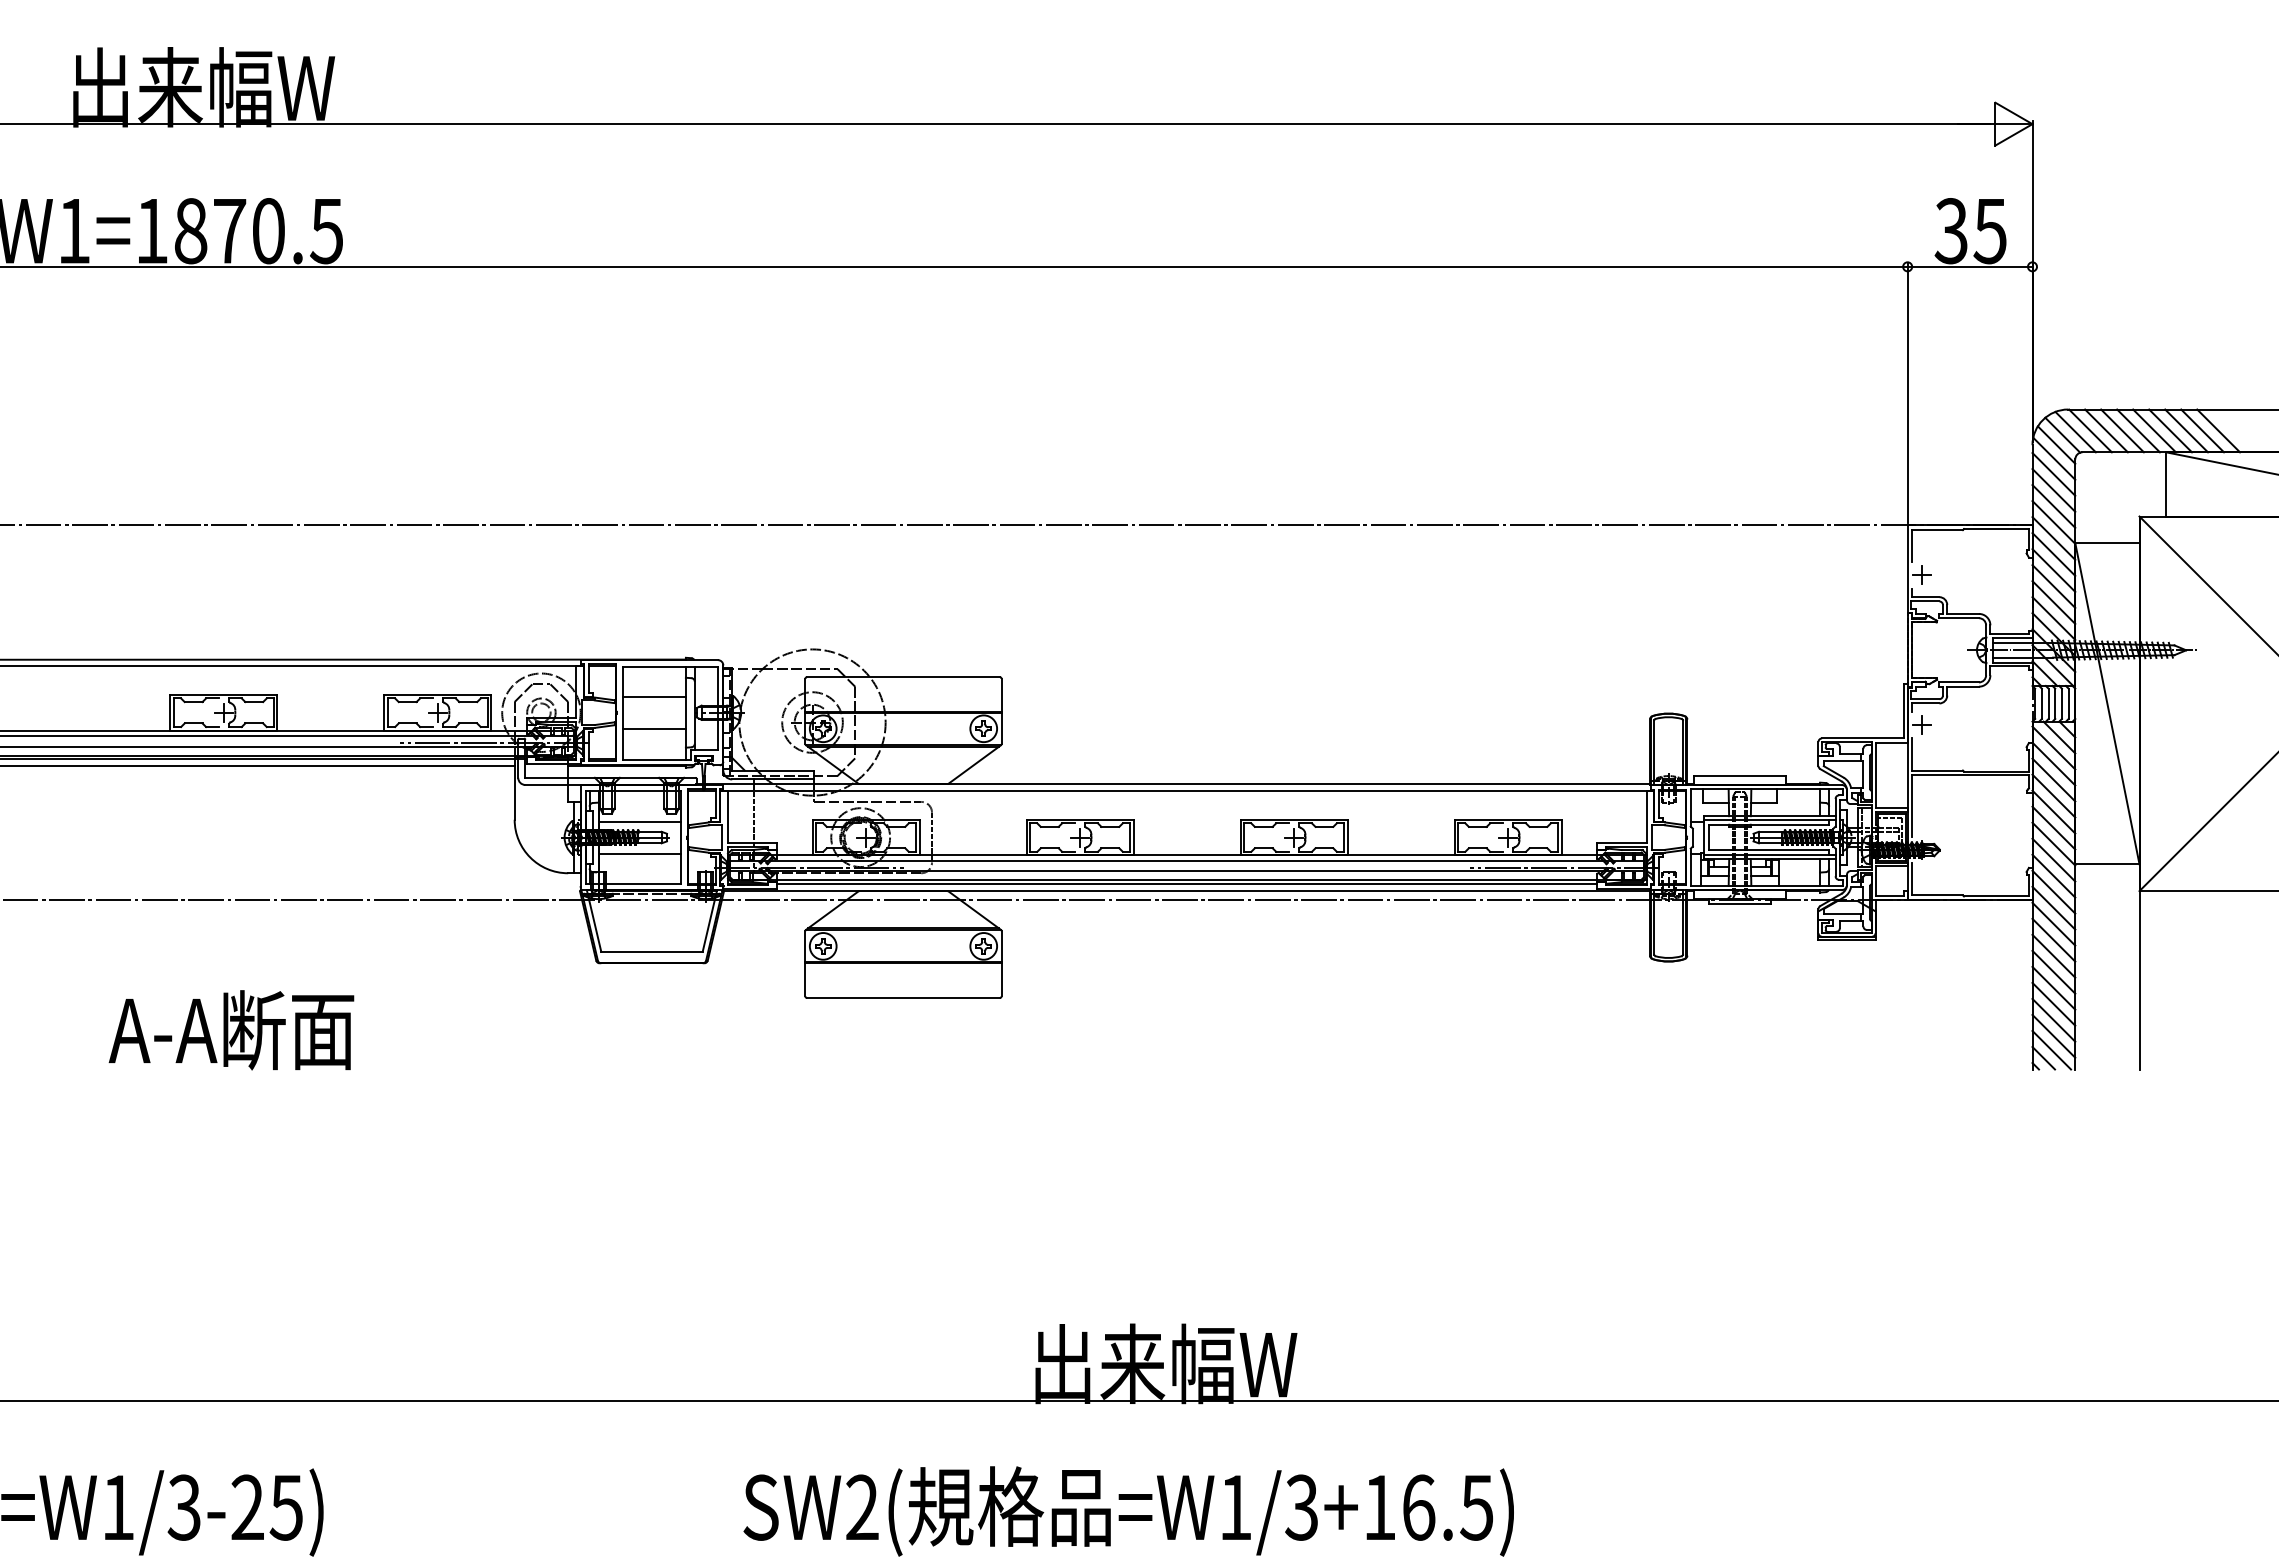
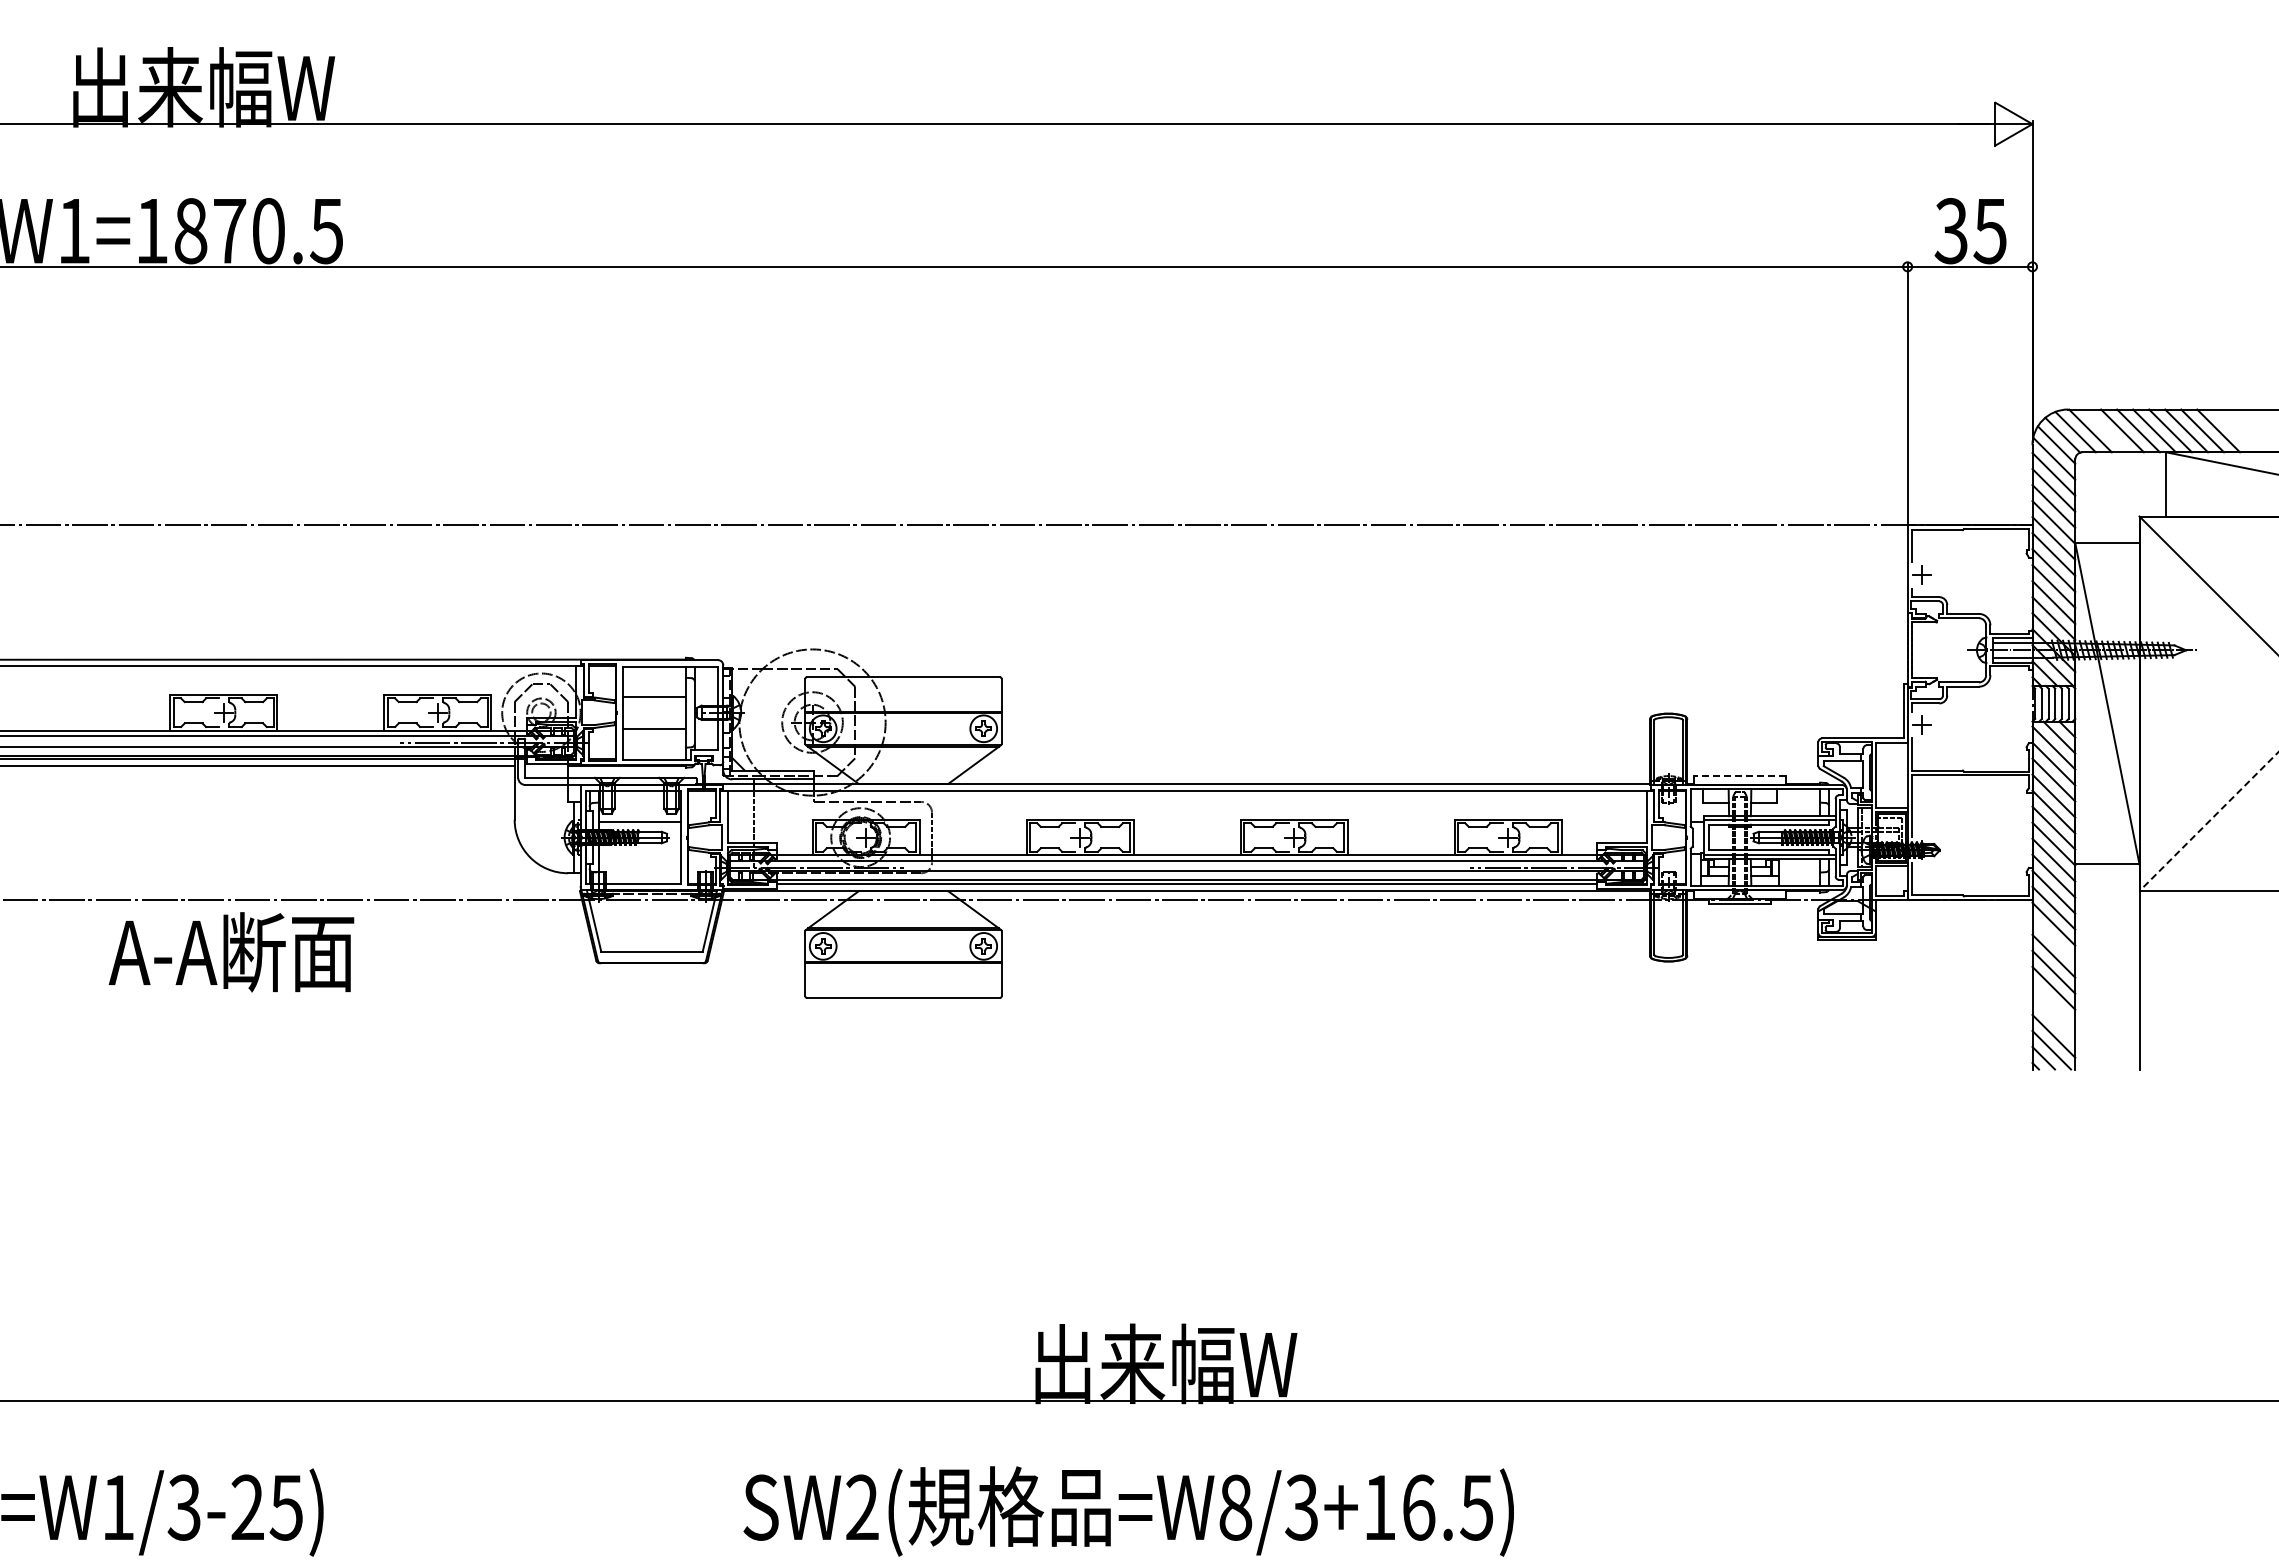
line at (2106, 430): present -> none
line at (1739, 776): solid -> dashed
line at (2208, 821): solid -> dashed
line at (639, 853): present -> none
line at (2053, 939): present -> none
line at (2053, 1003): present -> none
line at (2053, 1019): present -> none
text at (231, 1030) position: (231, 1030) -> (231, 952)
text at (1235, 1507): =W1/3+16.5) -> =W8/3+16.5)
